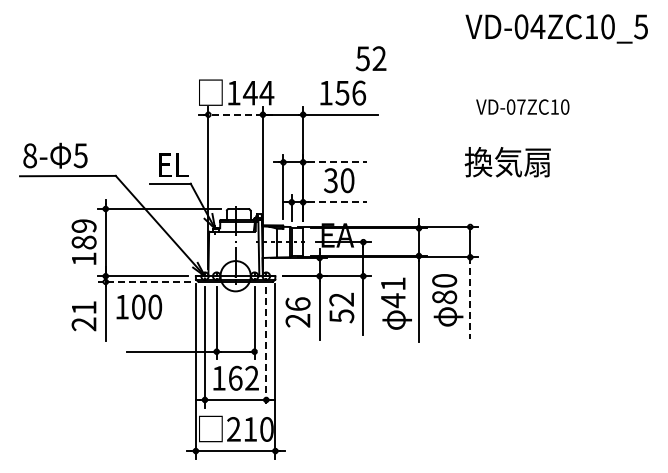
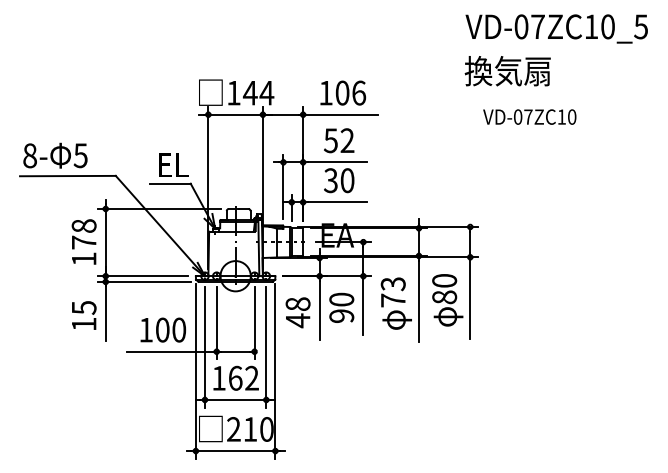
text at (537, 26): VD-04ZC10_5 -> VD-07ZC10_5
text at (371, 58) position: (371, 58) -> (339, 140)
text at (342, 92): 156 -> 106
text at (522, 106) position: (522, 106) -> (529, 116)
line at (235, 114): dashed -> solid
line at (337, 162): dashed -> solid
text at (507, 162) position: (507, 162) -> (507, 71)
line at (337, 202): dashed -> solid
text at (83, 234): 189 -> 178
line at (144, 281): dashed -> solid
text at (392, 292): 41 -> 73
line at (470, 298): dashed -> solid
text at (138, 306) position: (138, 306) -> (162, 329)
text at (341, 307): 52 -> 90
text at (297, 312): 26 -> 48
text at (83, 316): 21 -> 15
line at (266, 347): dashed -> solid
